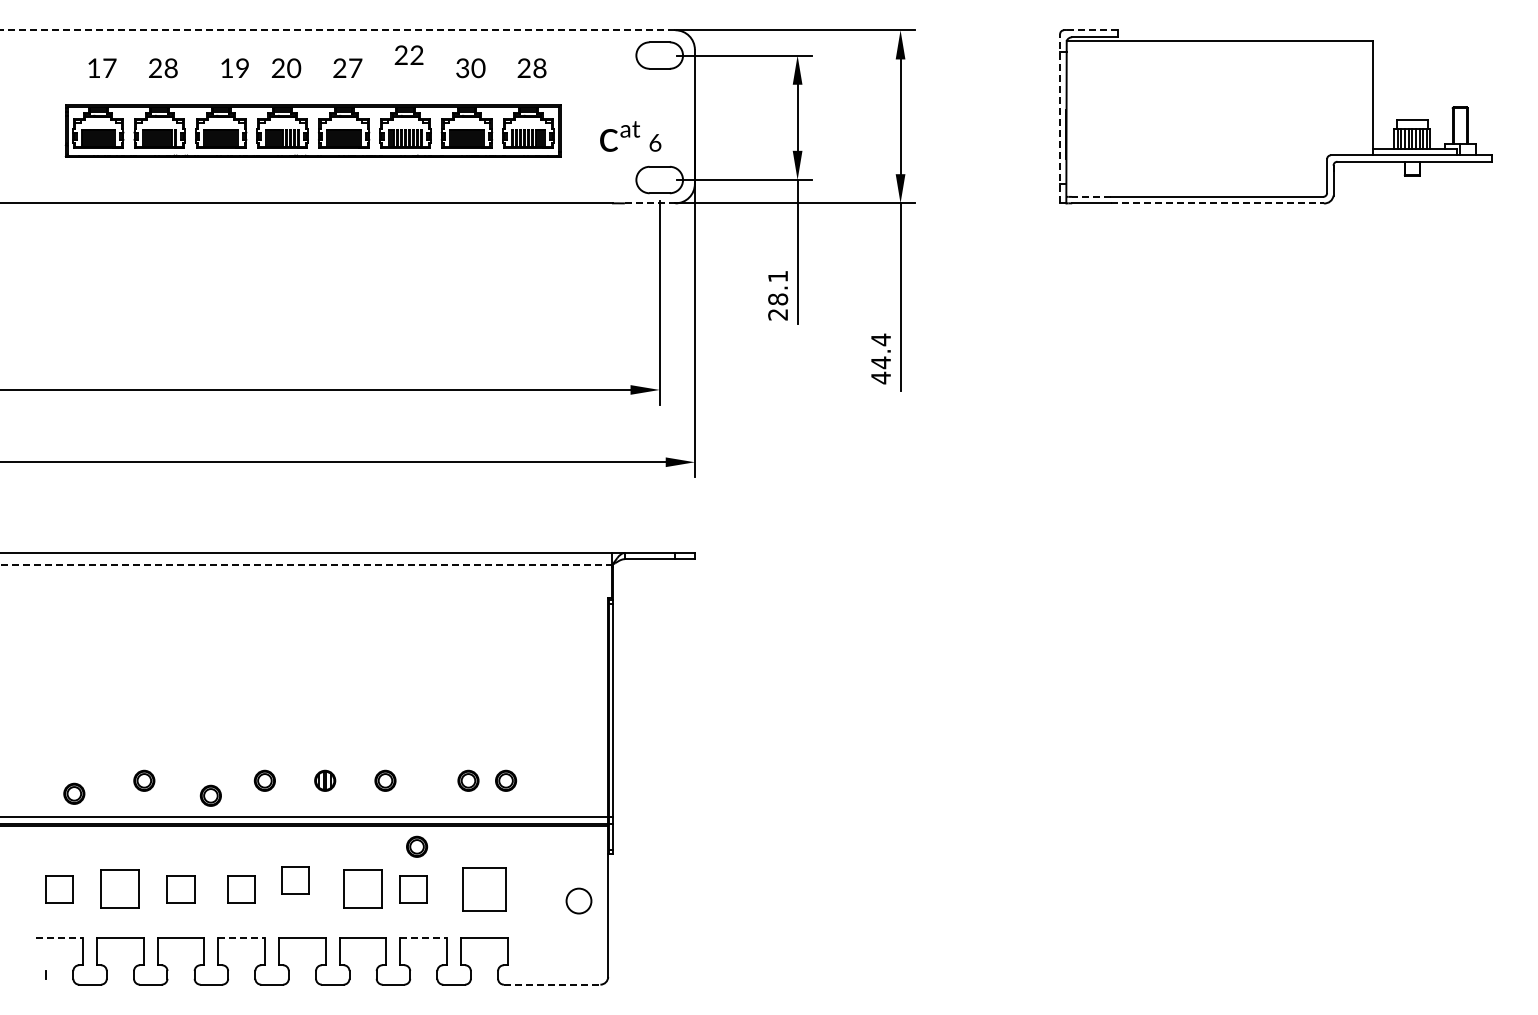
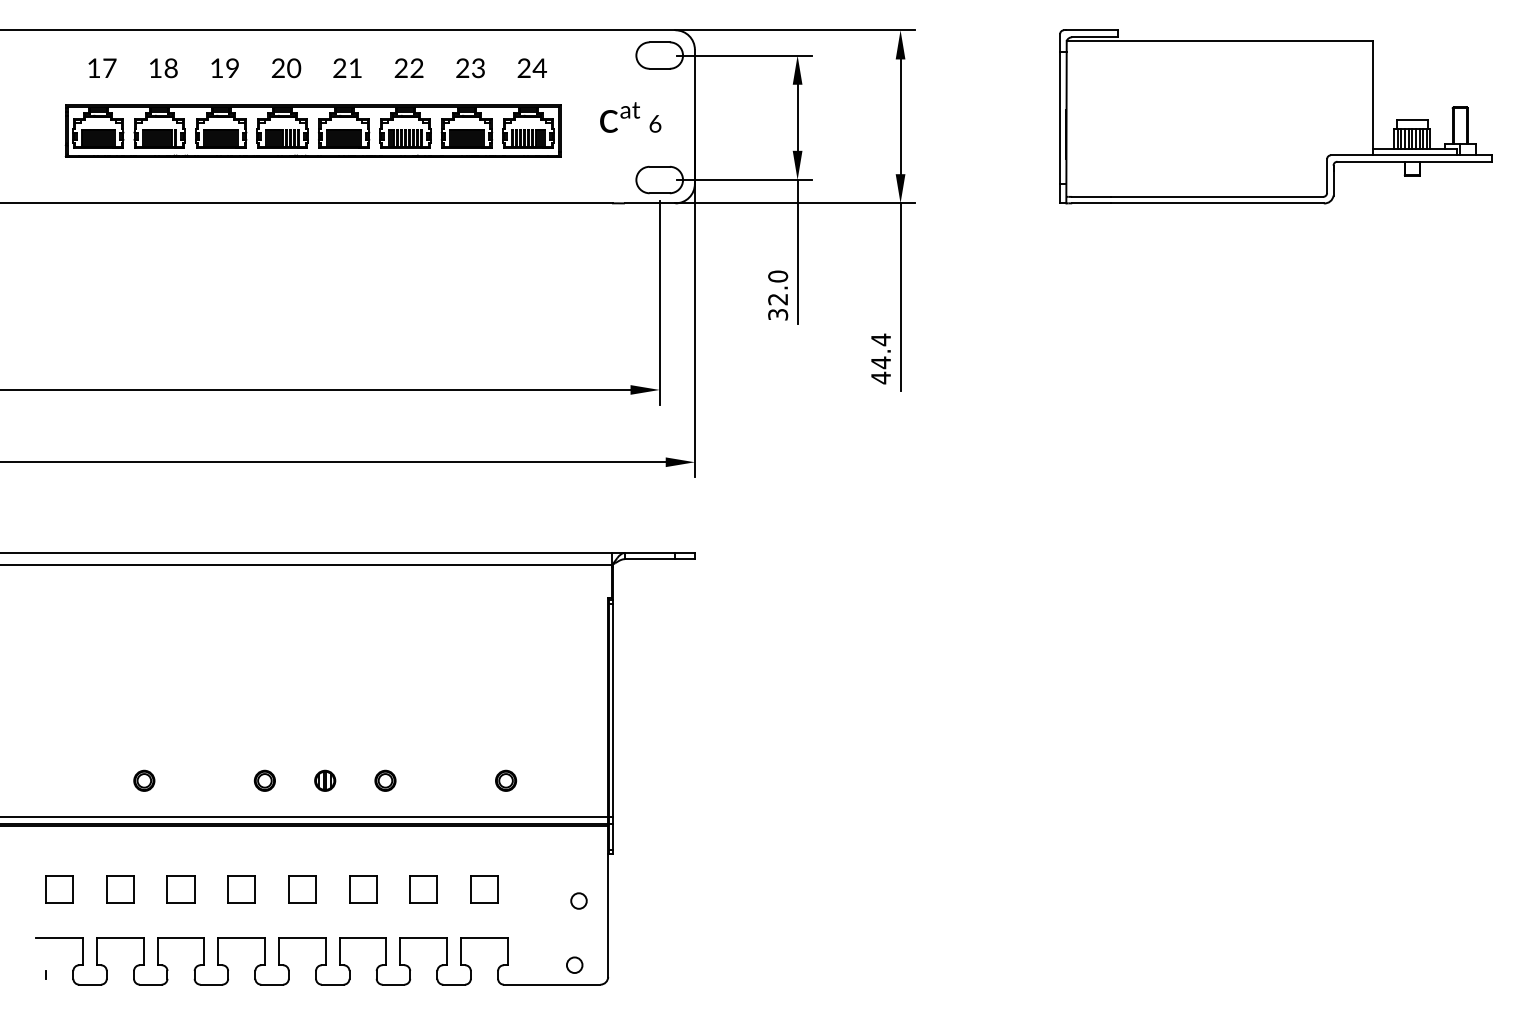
line at (337, 30): dashed -> solid
line at (1091, 30): dashed -> solid
text at (408, 54) position: (408, 54) -> (408, 67)
text at (155, 67): 28 -> 18
text at (234, 67) position: (234, 67) -> (224, 67)
text at (355, 67): 27 -> 21
text at (470, 68): 30 -> 23
text at (539, 68): 28 -> 24
line at (1060, 118): dashed -> solid
text at (630, 136) position: (630, 136) -> (630, 117)
line at (1091, 196): dashed -> solid
line at (649, 203): dashed -> solid
line at (1217, 203): dashed -> solid
text at (778, 295): 28.1 -> 32.0
line at (306, 564): dashed -> solid
part at (468, 780): present -> none
part at (74, 793): present -> none
part at (210, 795): present -> none
part at (417, 846): present -> none
part at (295, 880) position: (295, 880) -> (302, 889)
part at (119, 888) size: 40x40 px -> 29x29 px
part at (362, 888) size: 40x40 px -> 29x29 px
part at (413, 889) position: (413, 889) -> (423, 889)
part at (484, 889) size: 45x45 px -> 29x29 px
circle at (578, 900) size: 28x28 px -> 18x18 px
line at (60, 938): dashed -> solid
line at (242, 938): dashed -> solid
line at (424, 938): dashed -> solid
circle at (574, 964): none -> present
line at (552, 984): dashed -> solid
